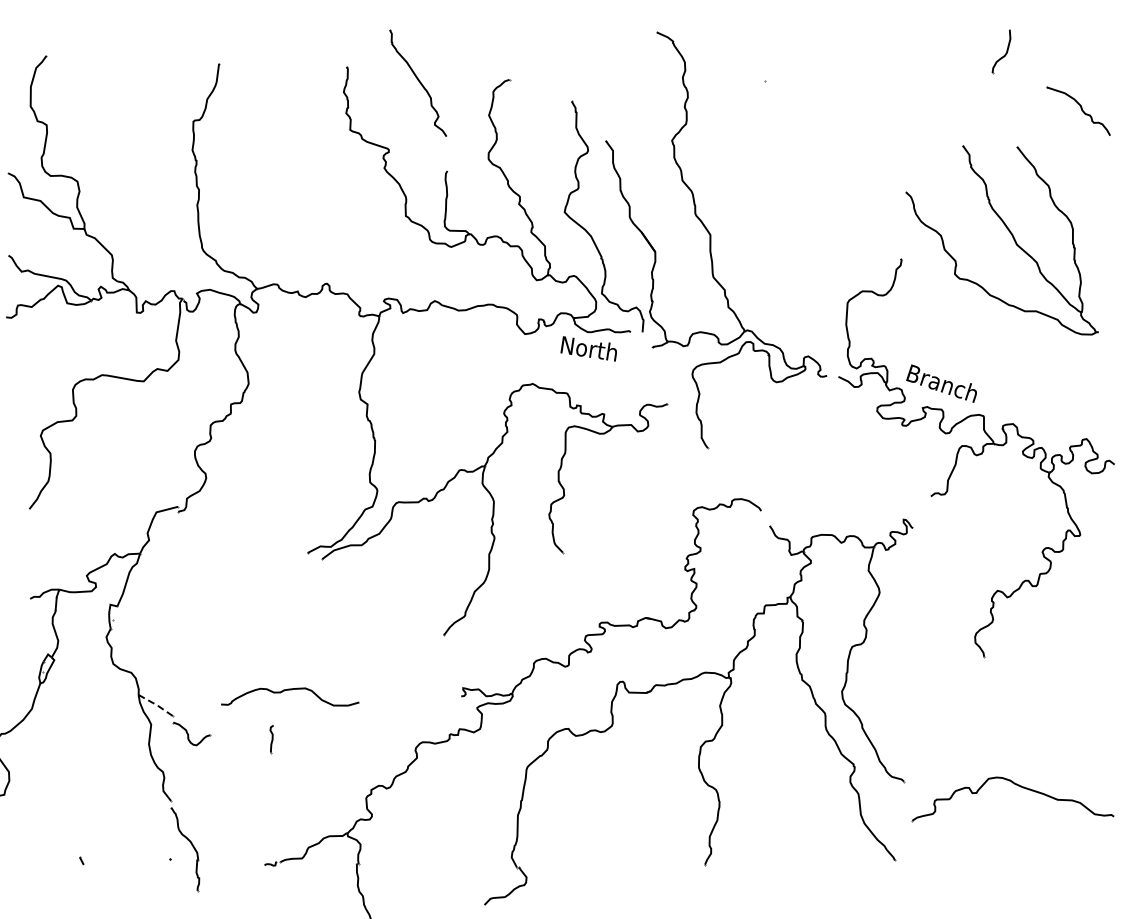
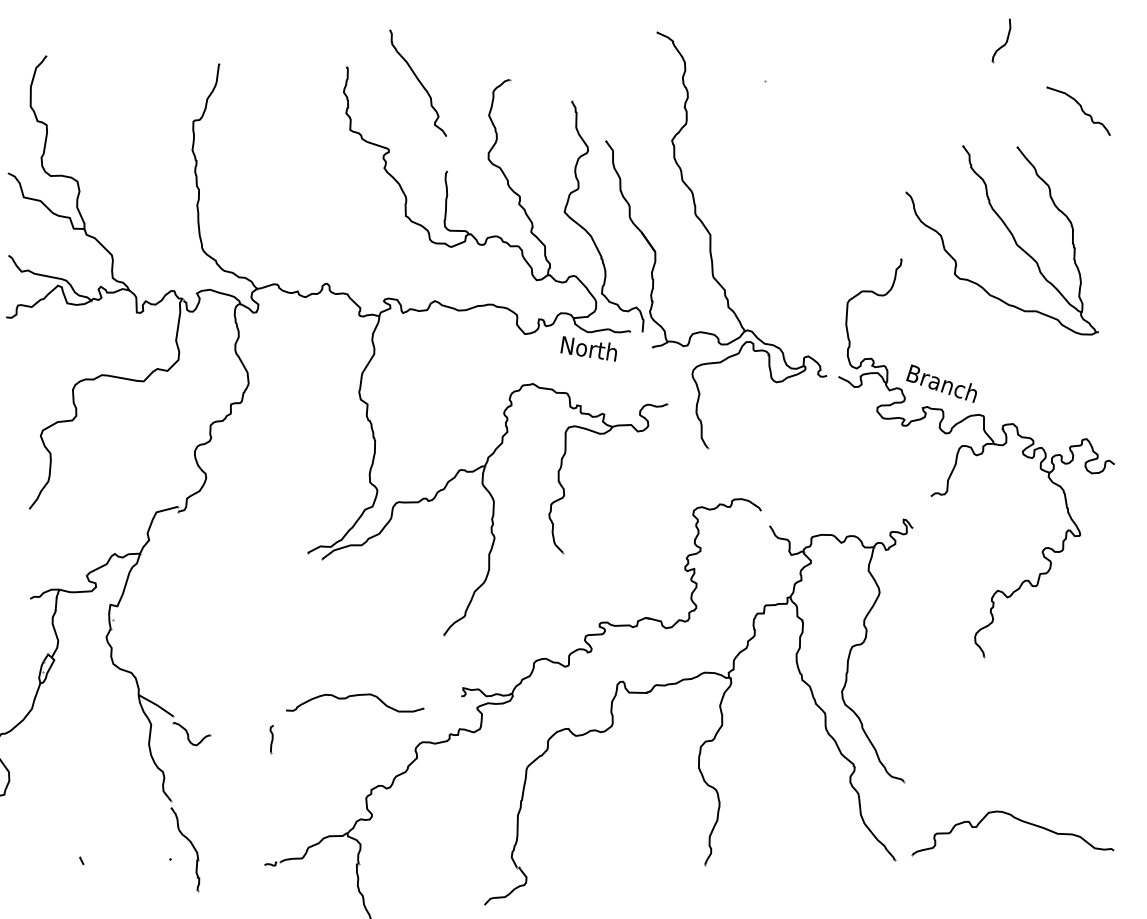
part at (1001, 51) position: (1001, 51) -> (1001, 40)
curve at (290, 690) position: (290, 690) -> (355, 696)
line at (157, 705): dashed -> solid
part at (1018, 786) position: (1018, 786) -> (1018, 820)
